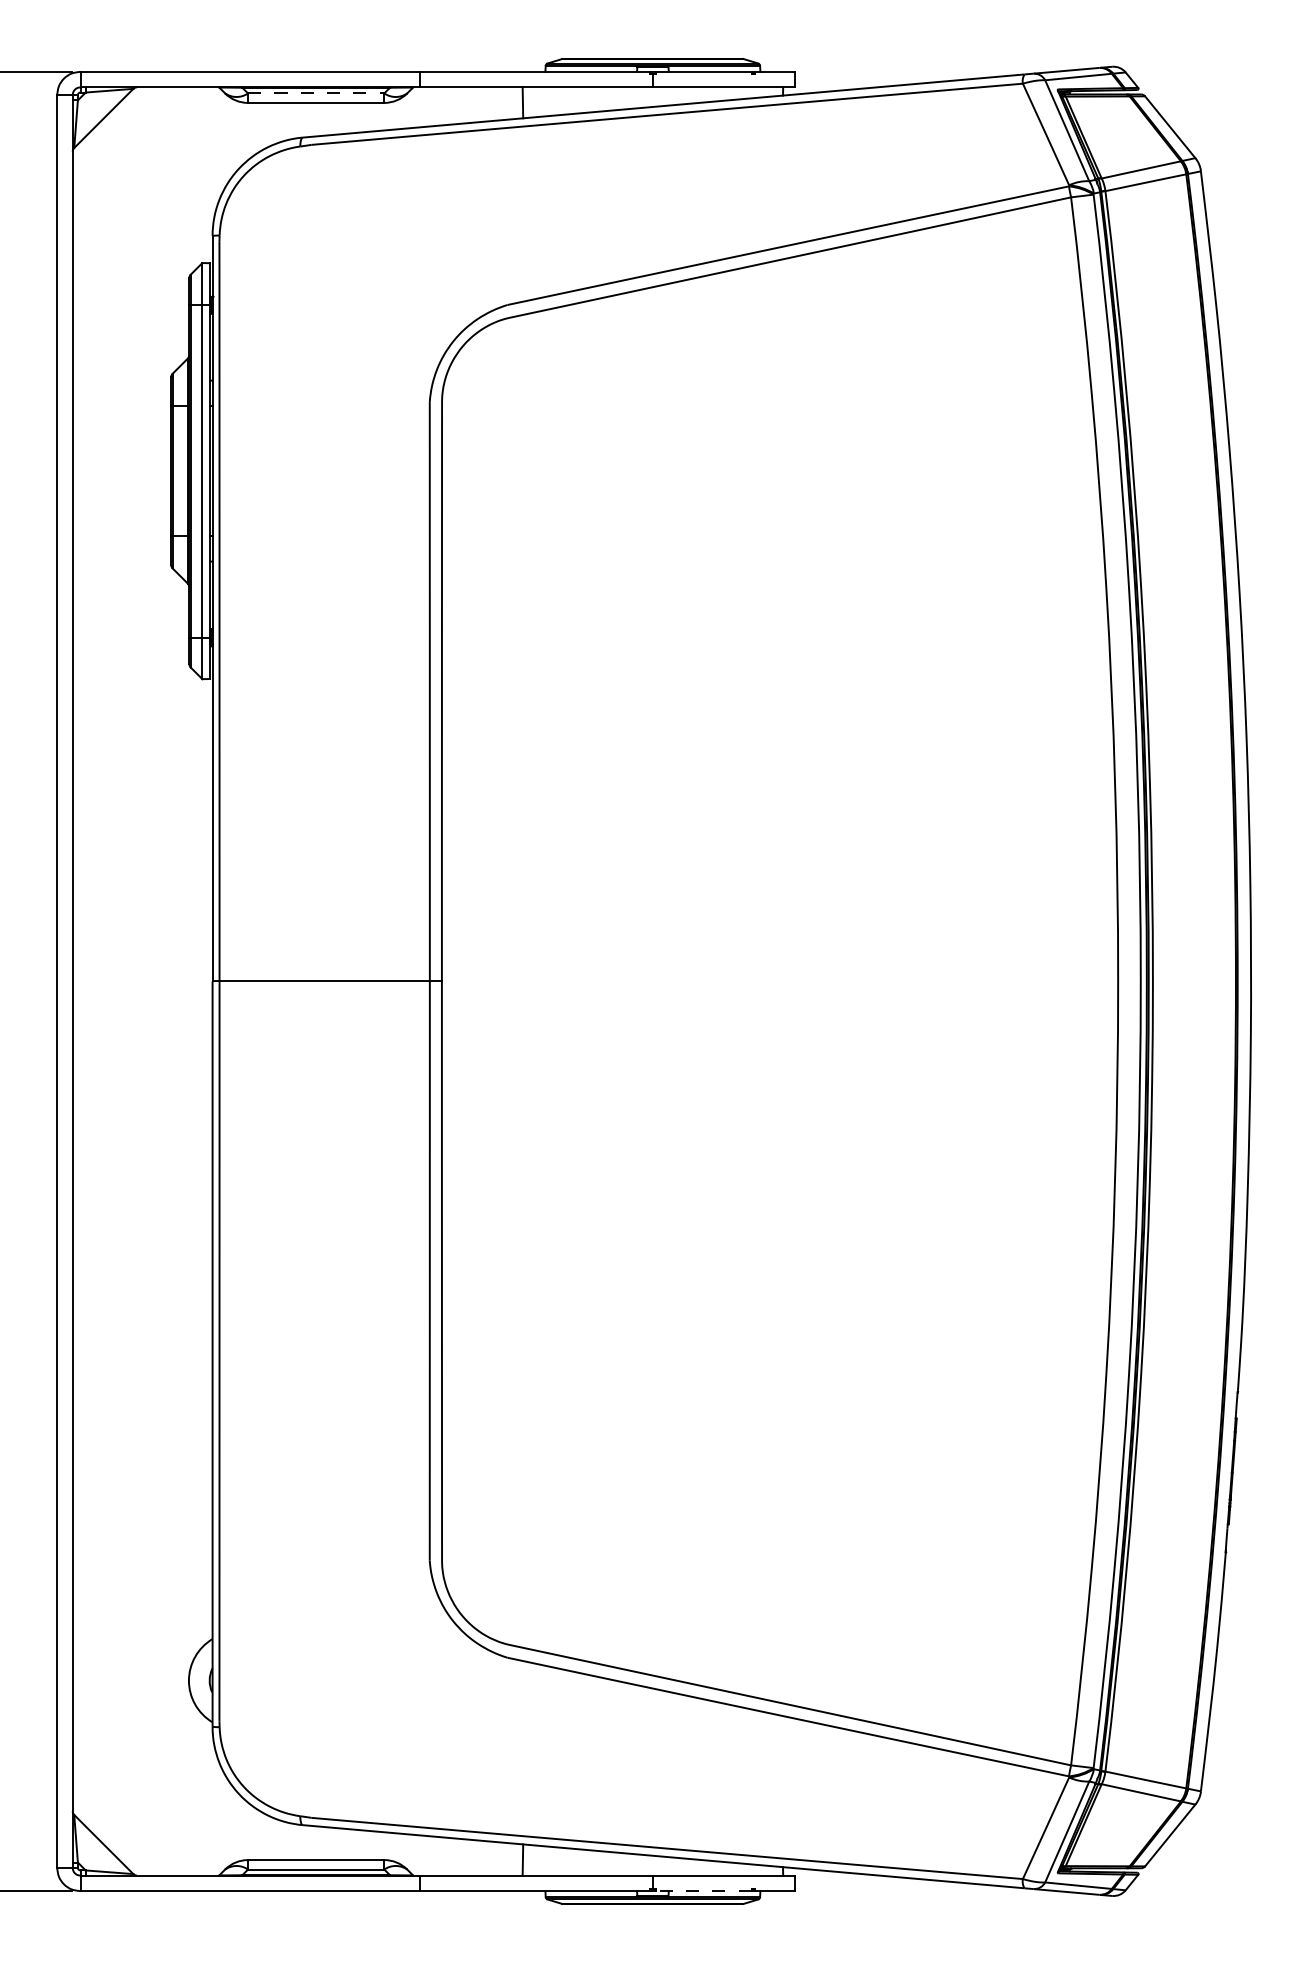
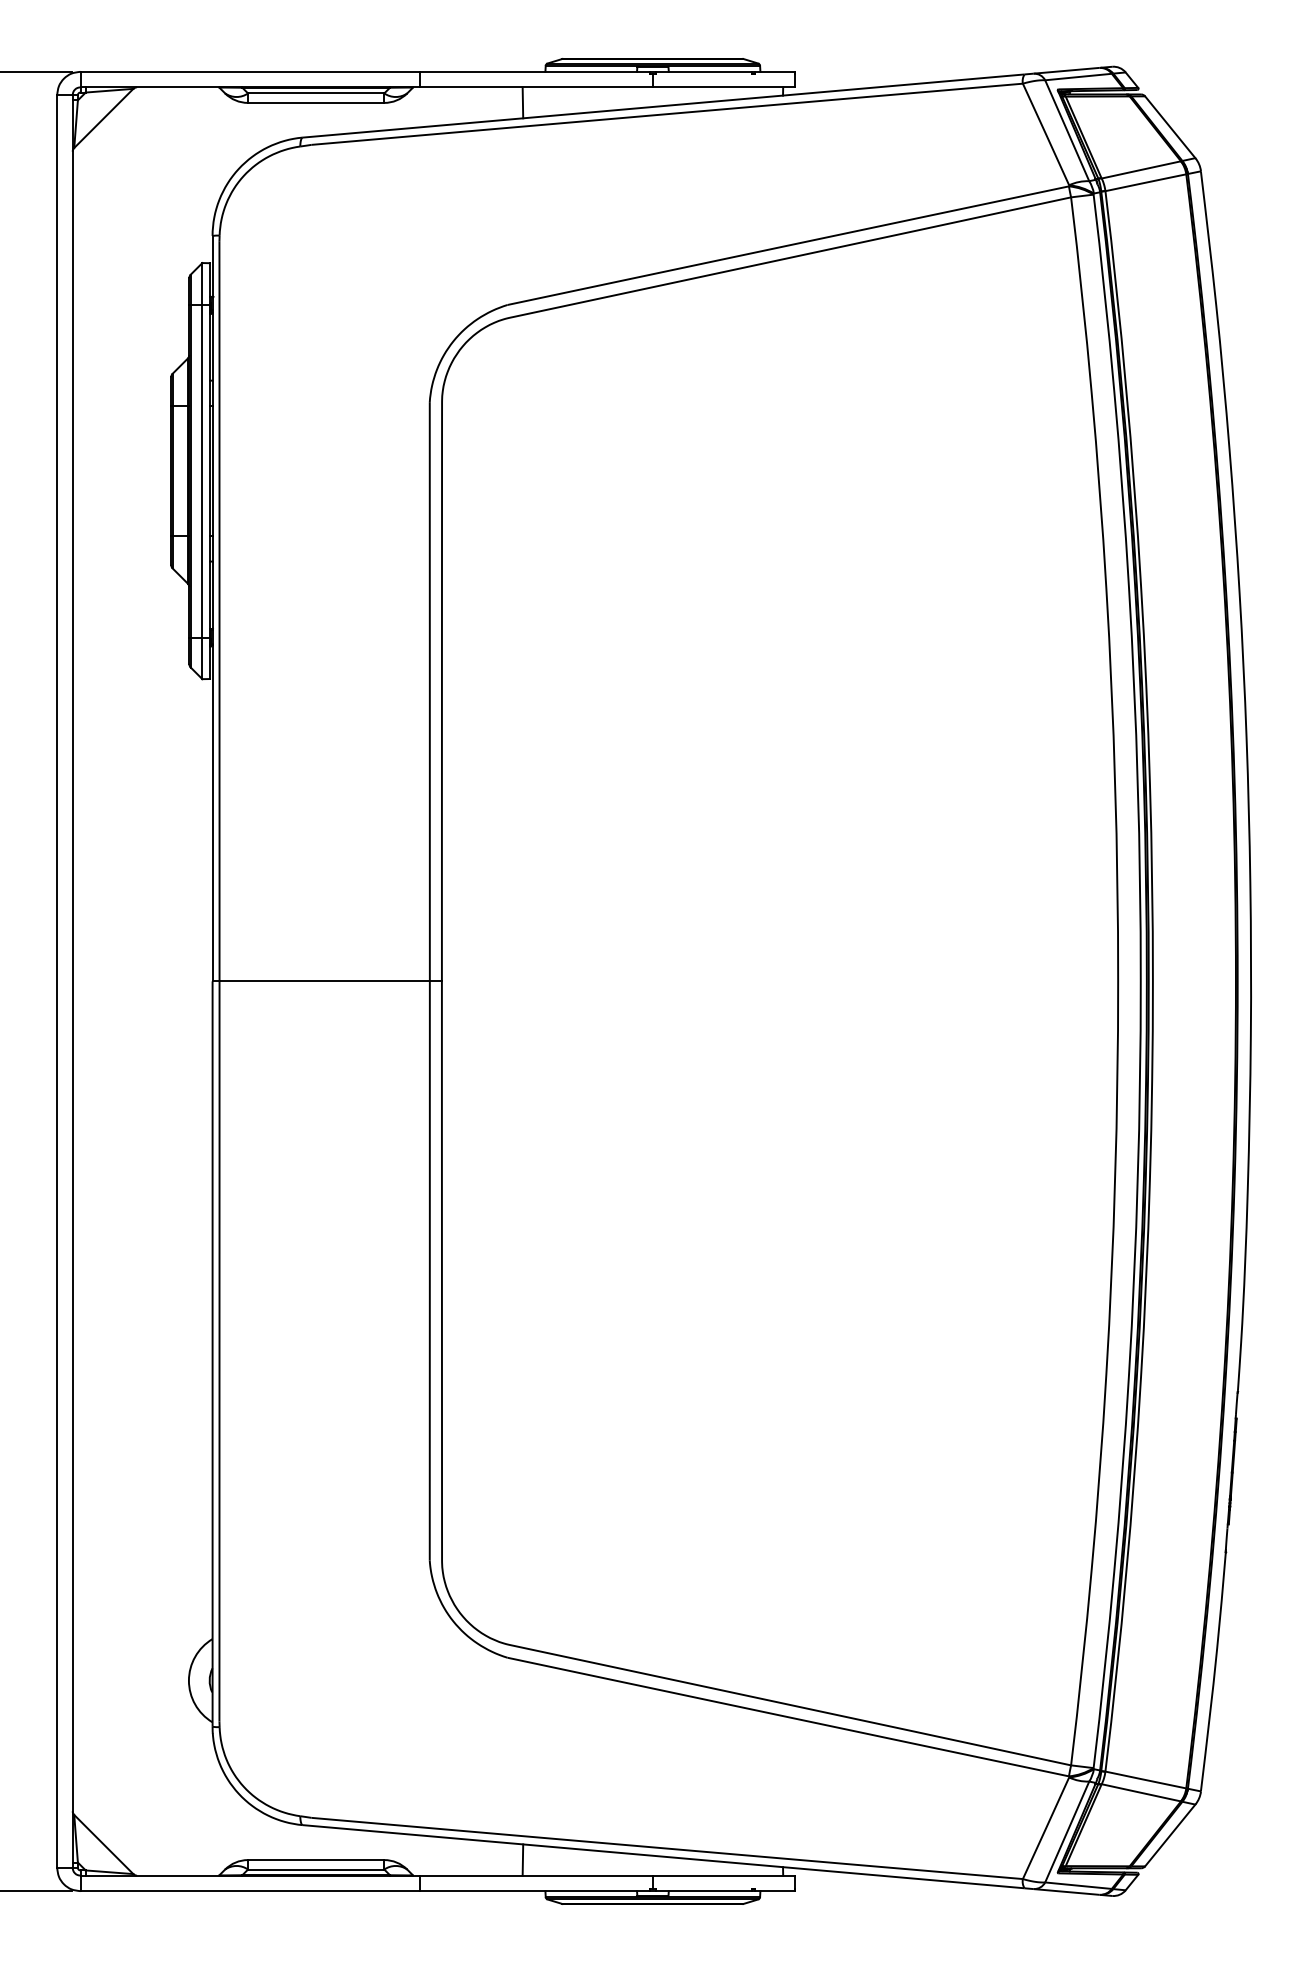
line at (316, 93): dashed -> solid
line at (703, 1891): dashed -> solid
